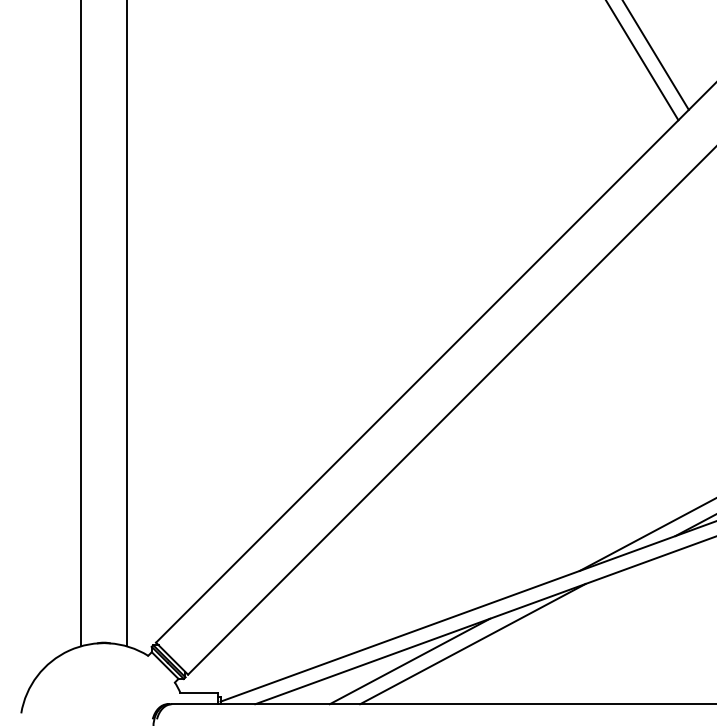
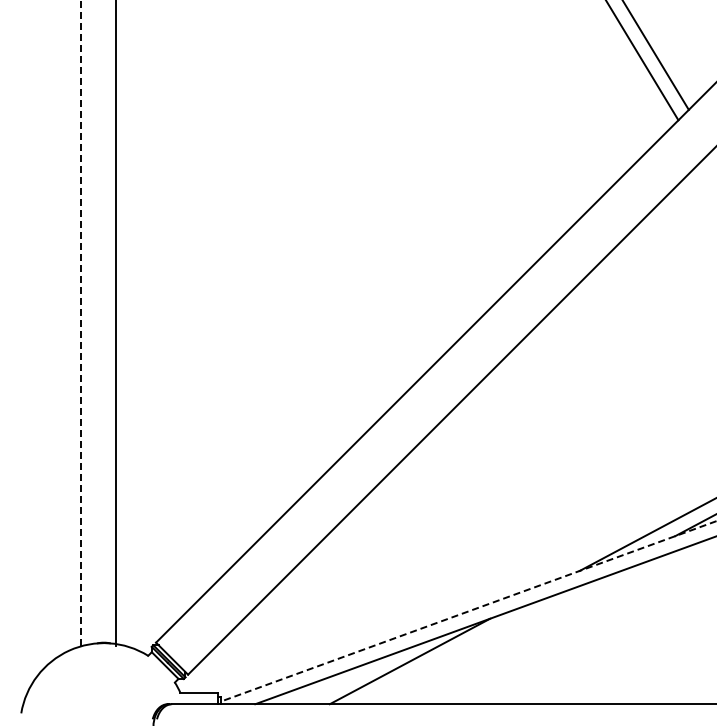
line at (81, 323): solid -> dashed
line at (126, 324) position: (126, 324) -> (115, 324)
line at (468, 611): solid -> dashed
line at (472, 643): present -> none
